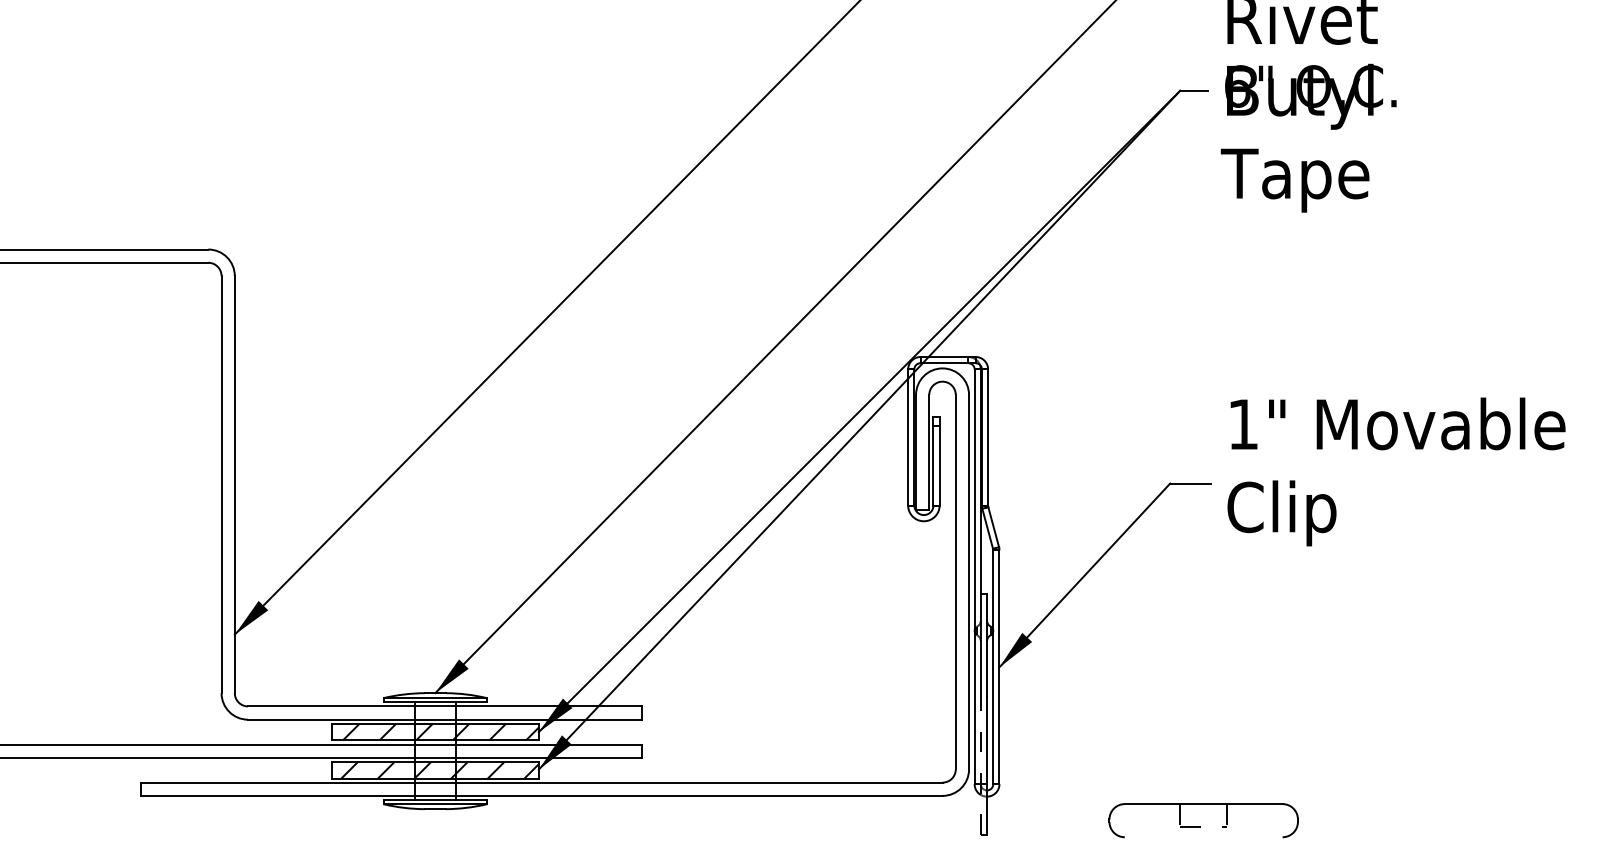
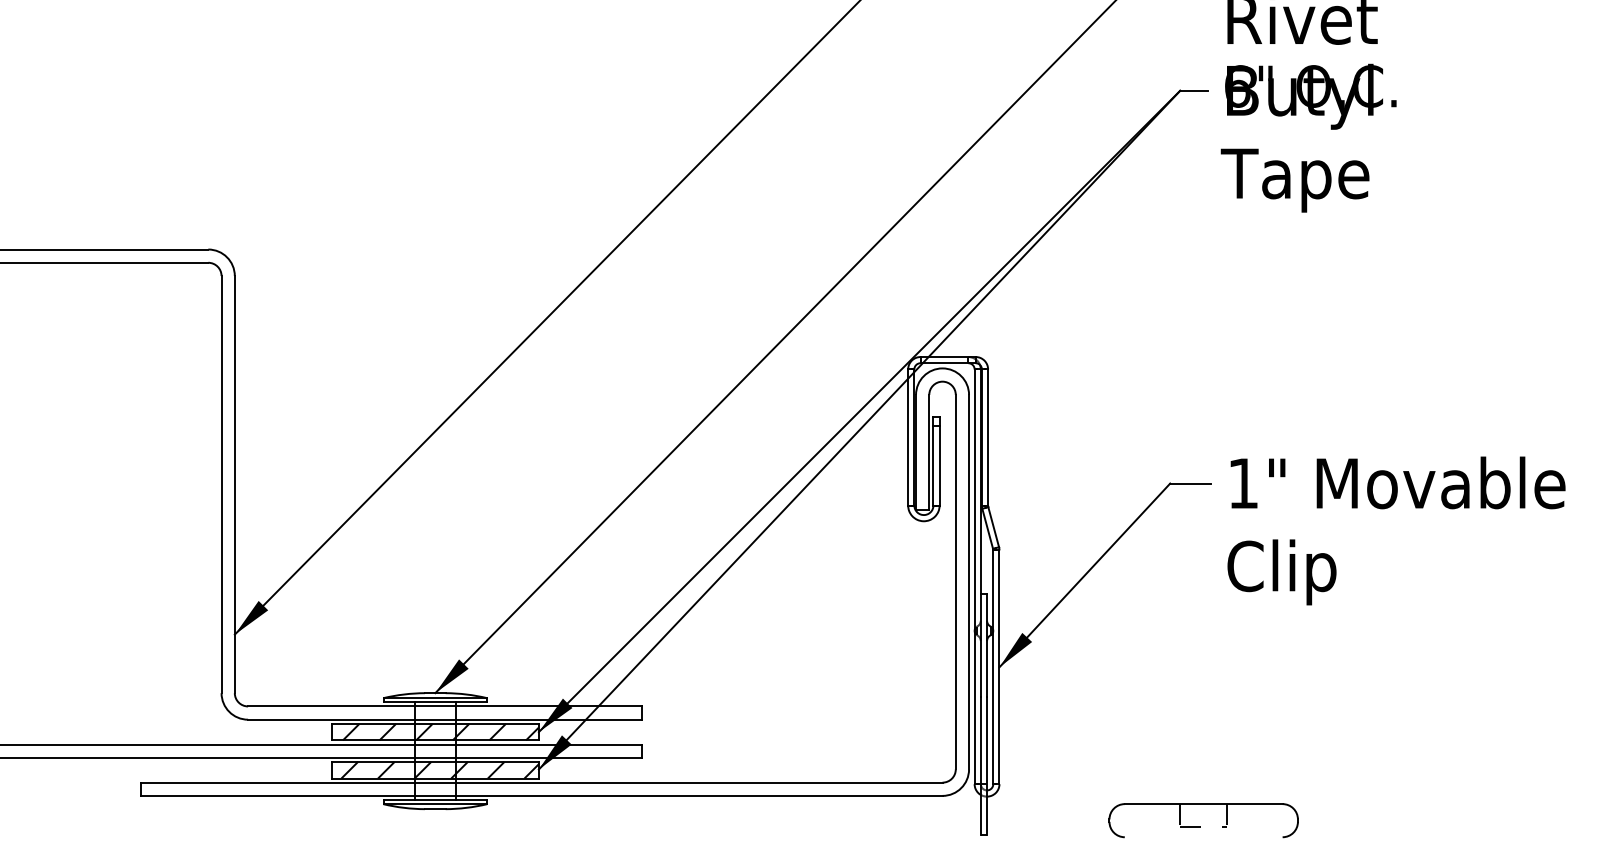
text at (1396, 471) position: (1396, 471) -> (1396, 530)
line at (980, 766): dashed -> solid
